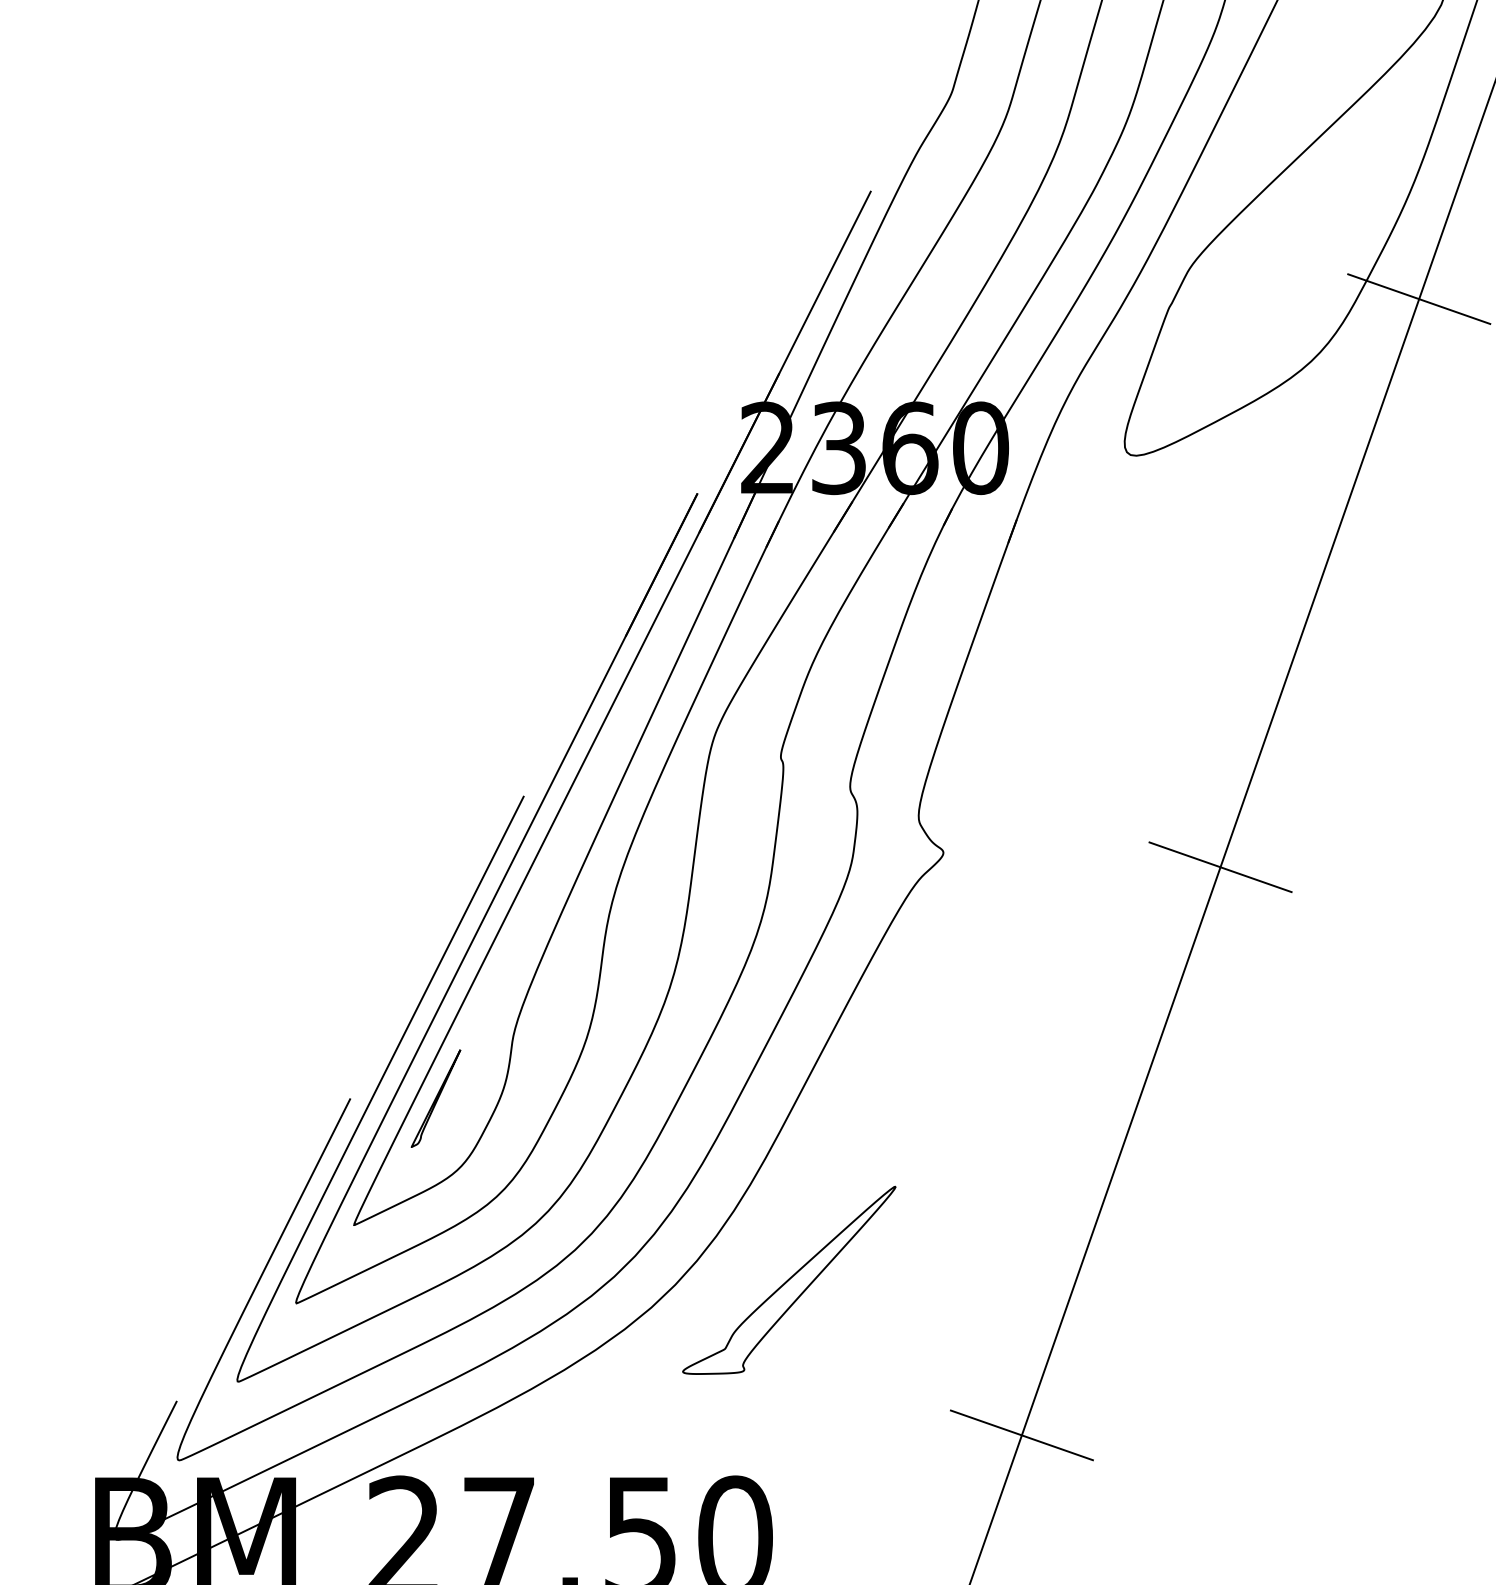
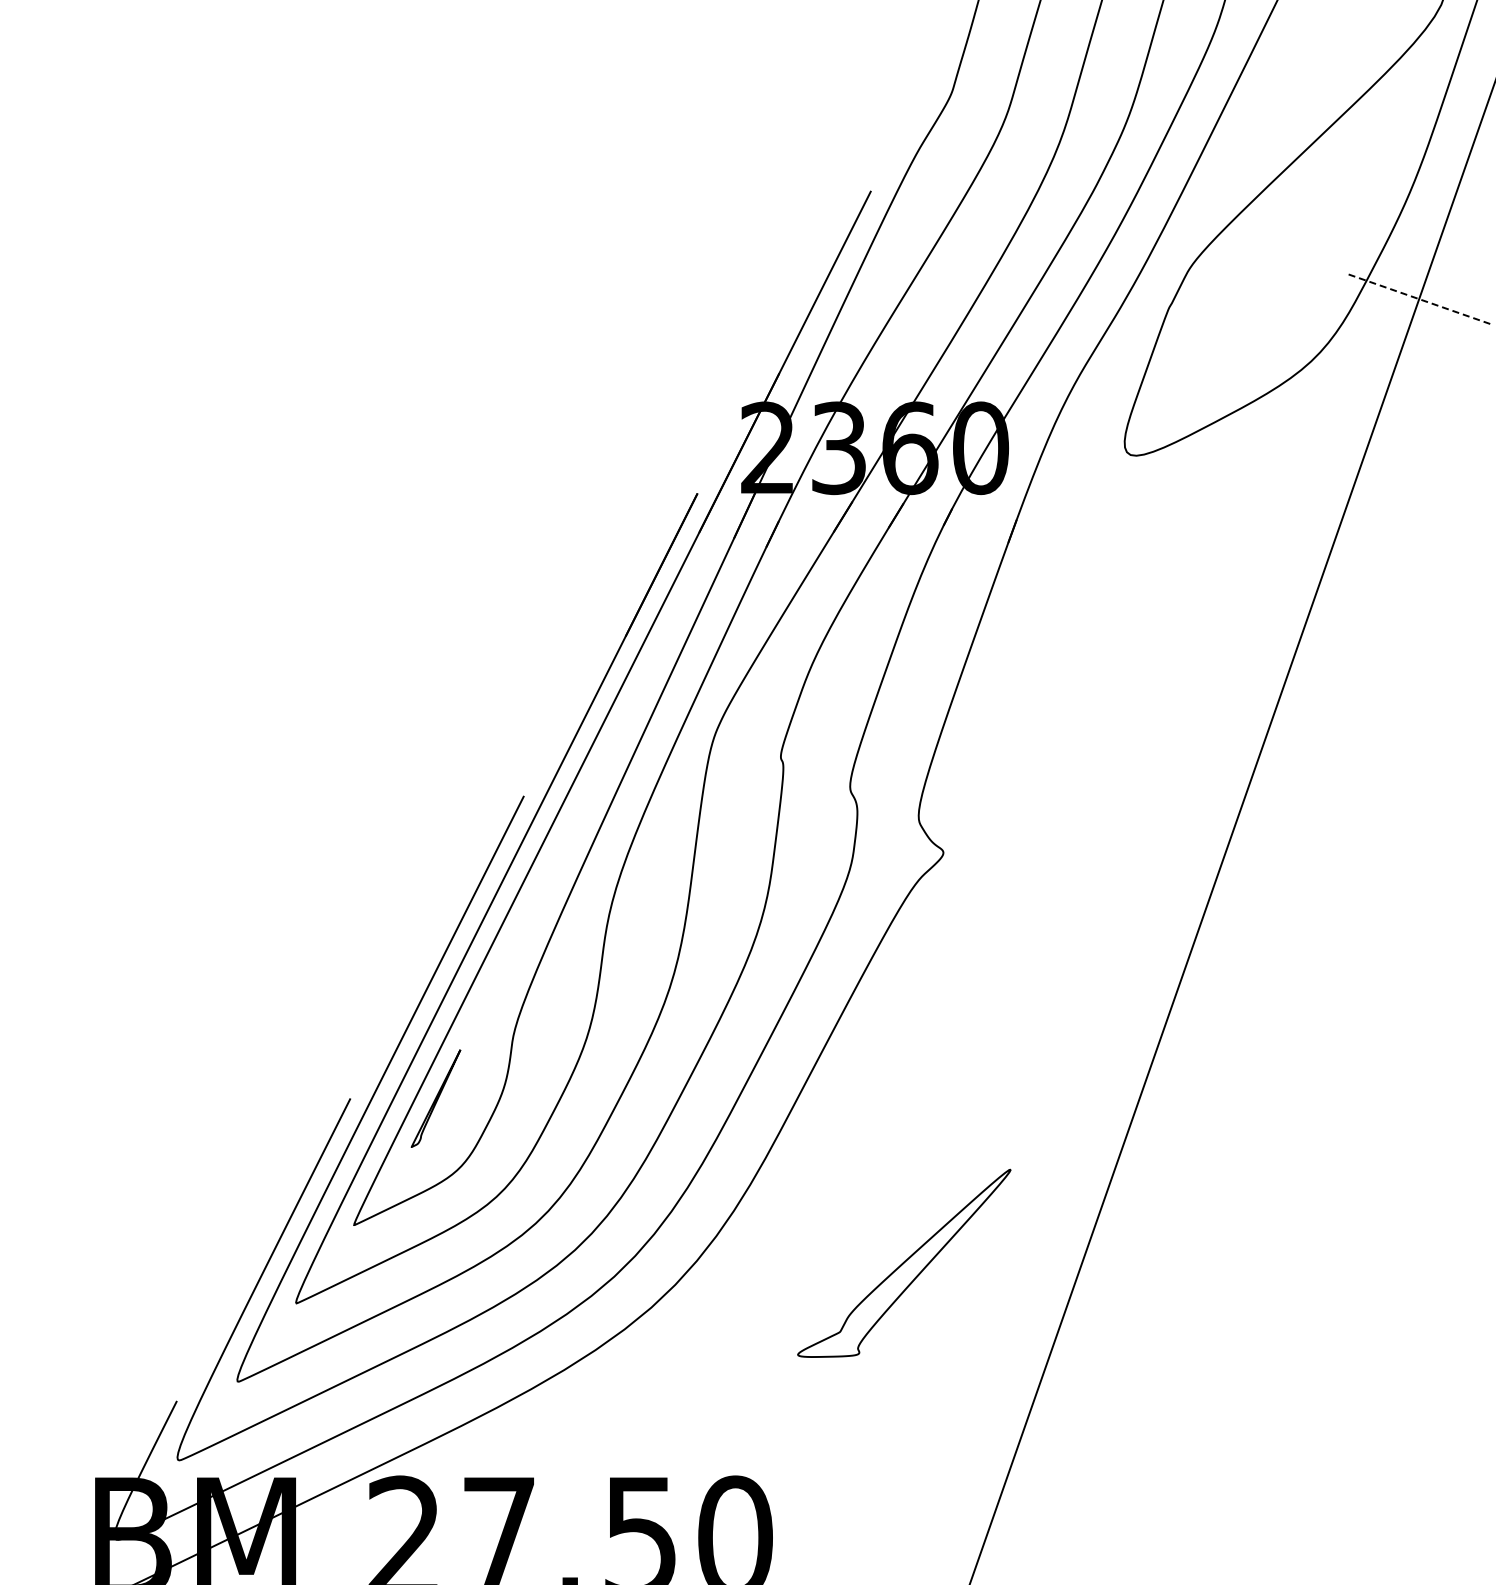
line at (1418, 298): solid -> dashed
line at (1220, 867): present -> none
part at (789, 1279) position: (789, 1279) -> (904, 1262)
line at (1021, 1435): present -> none
